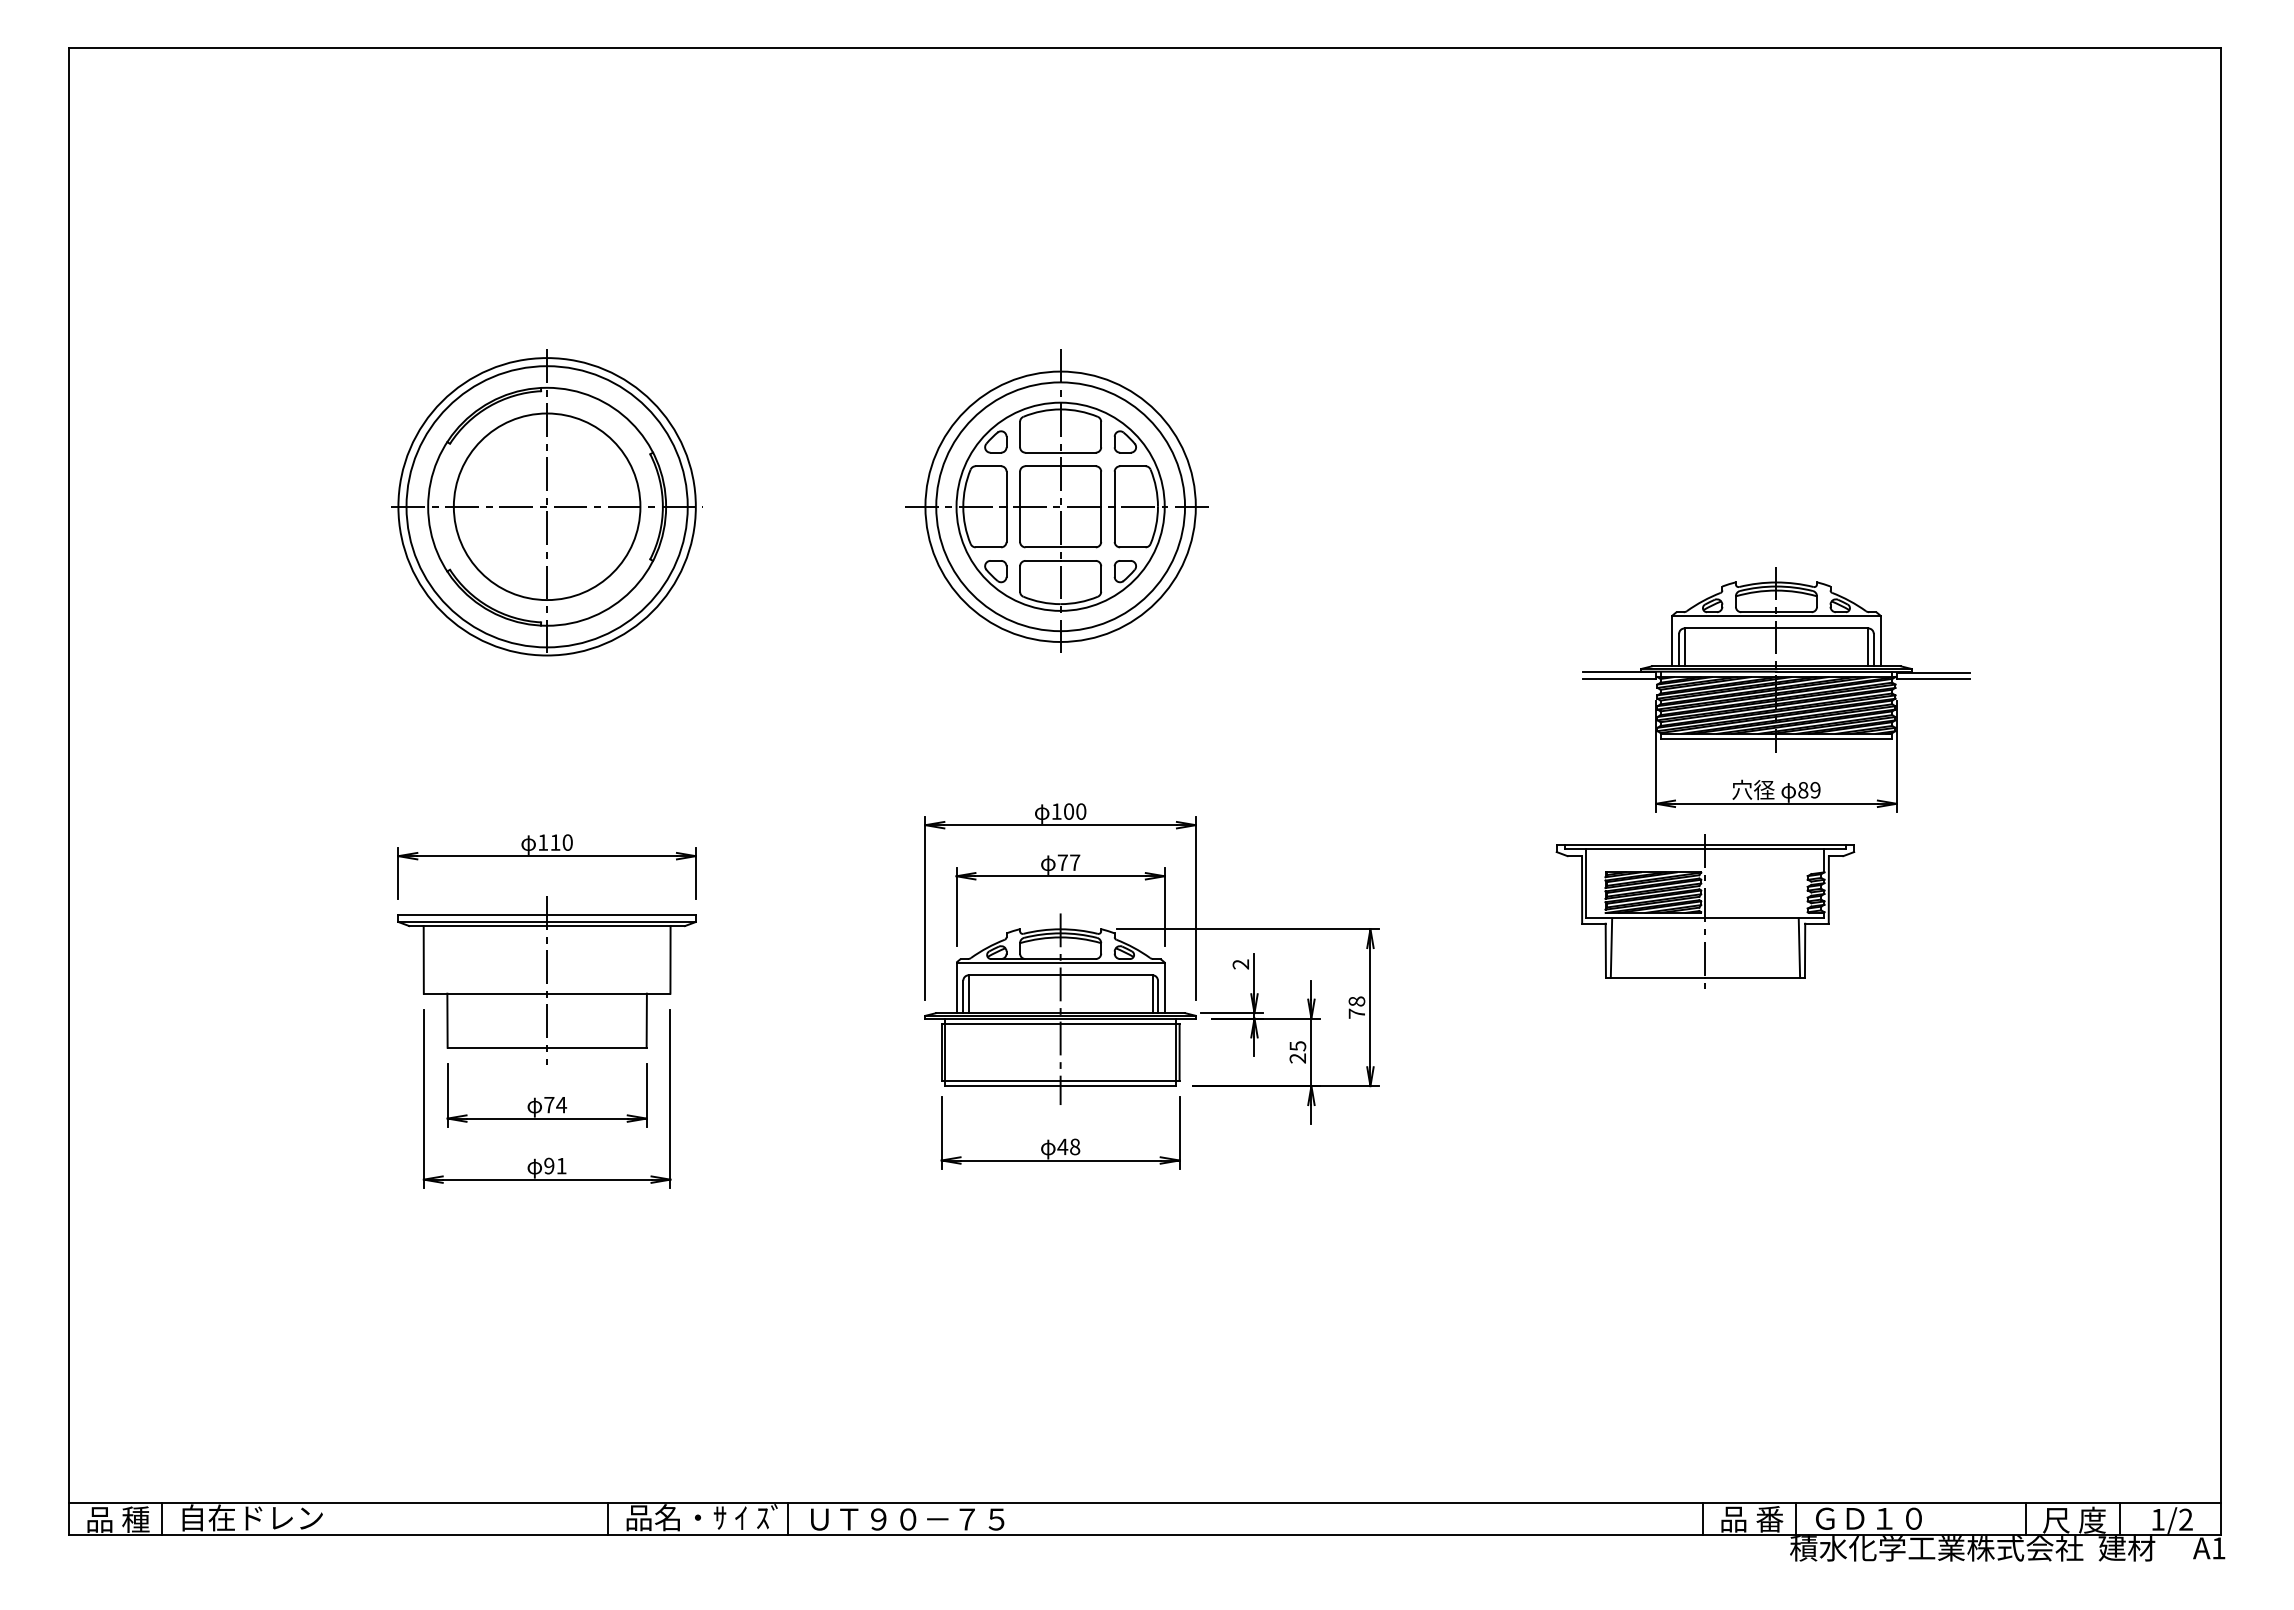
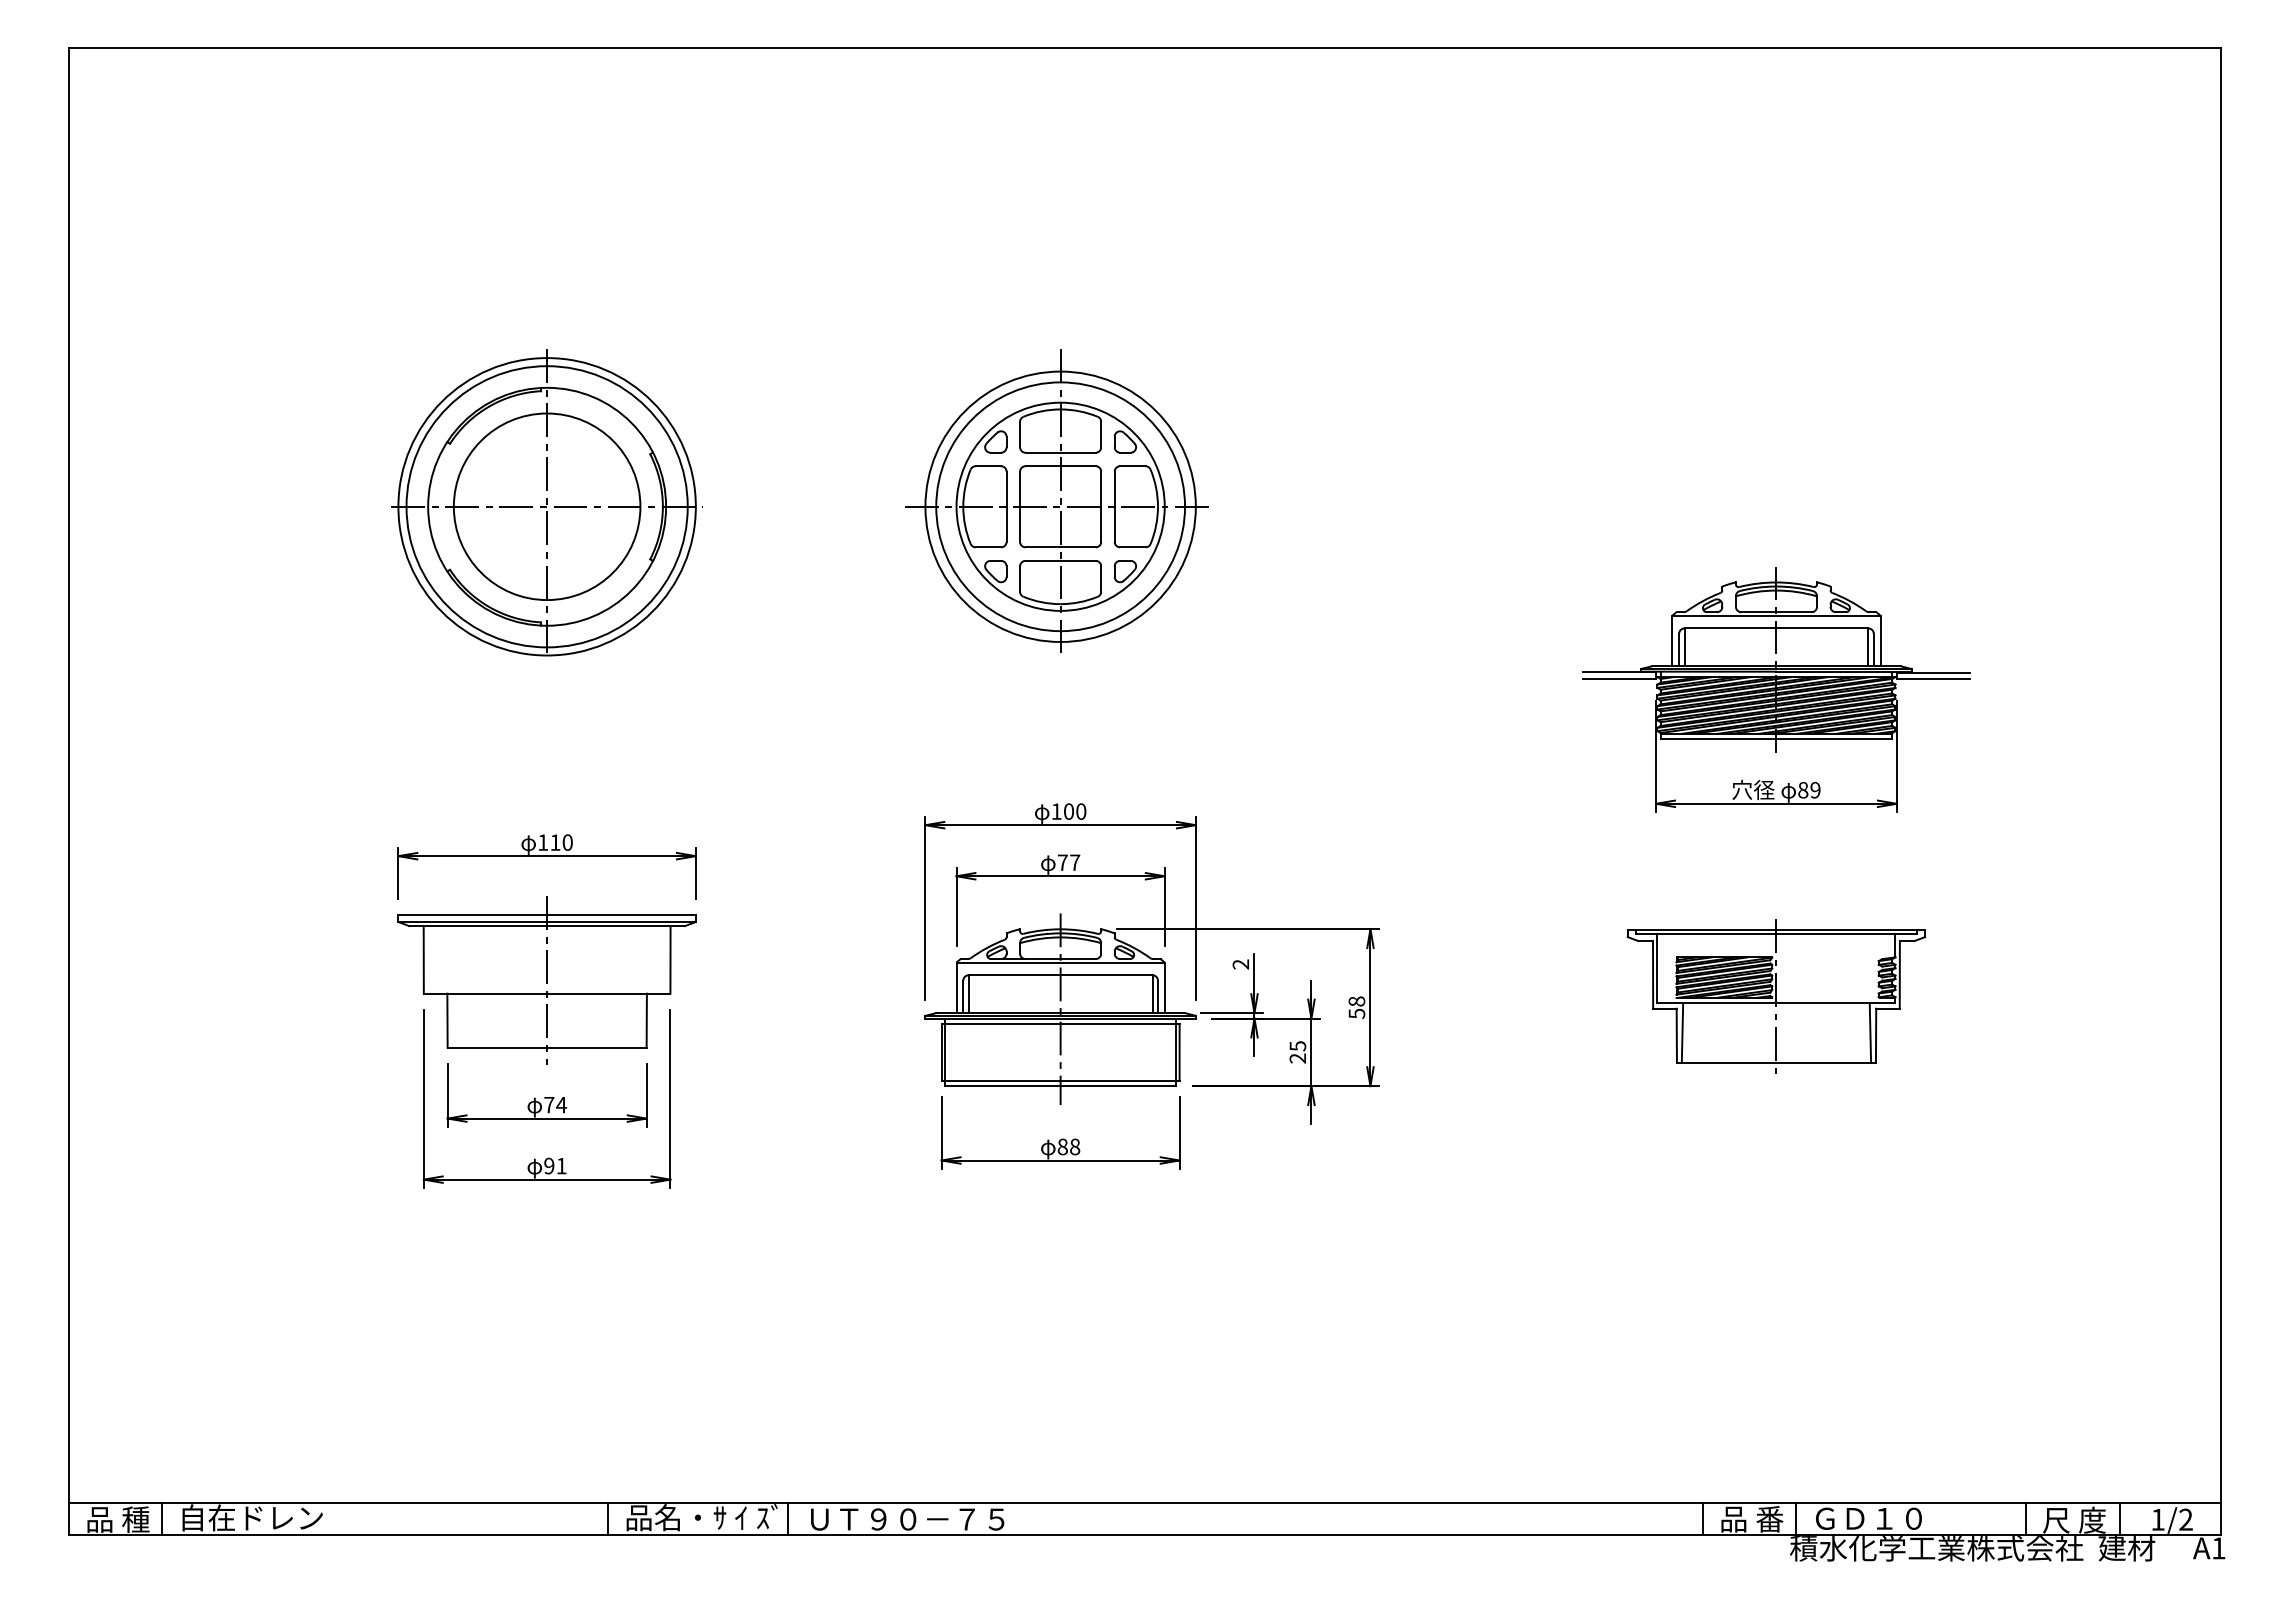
part at (1705, 911) position: (1705, 911) -> (1776, 996)
text at (1356, 1013): 78 -> 58
text at (1062, 1146): 48 -> 88
